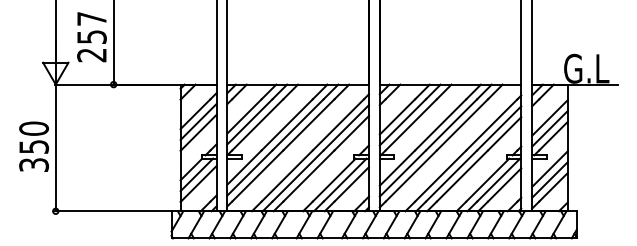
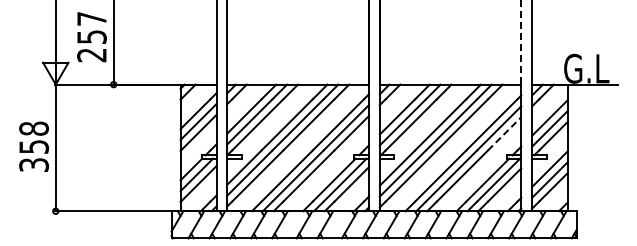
line at (521, 42): solid -> dashed
text at (33, 128): 350 -> 358
line at (504, 133): solid -> dashed
